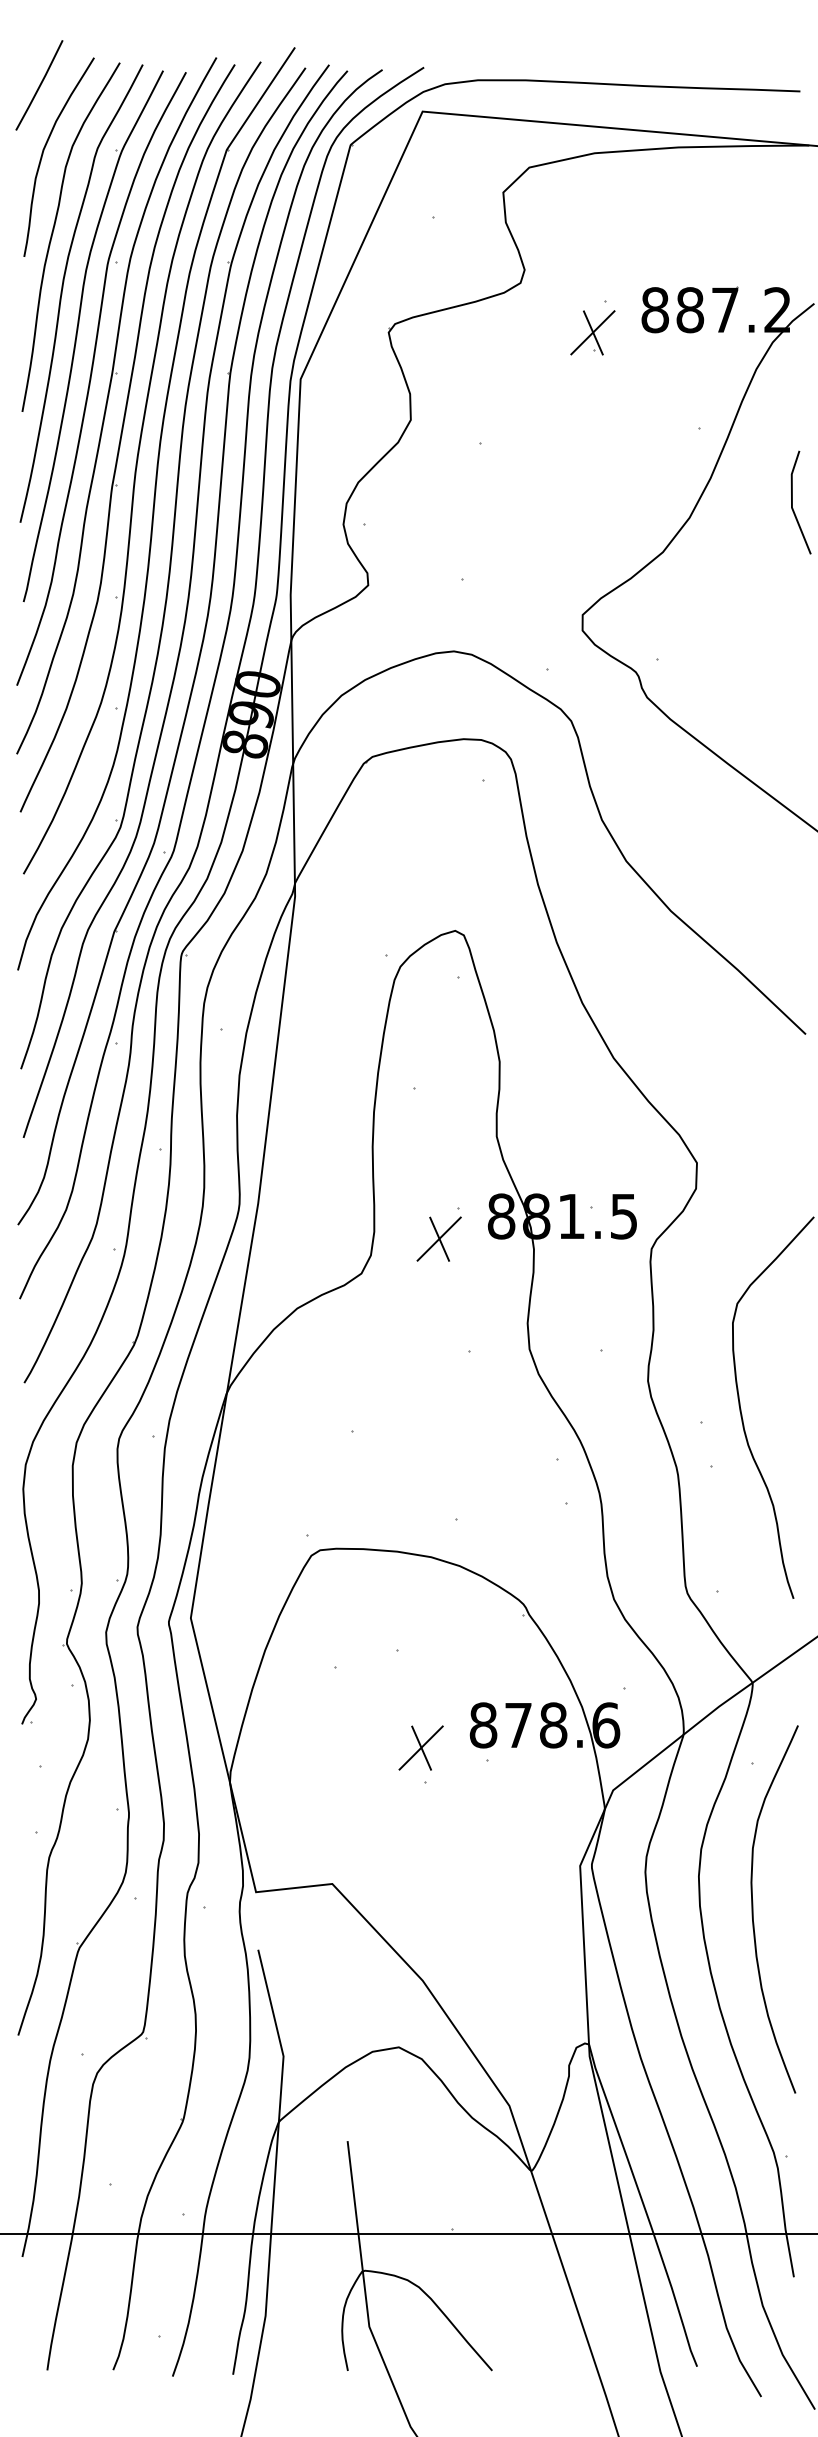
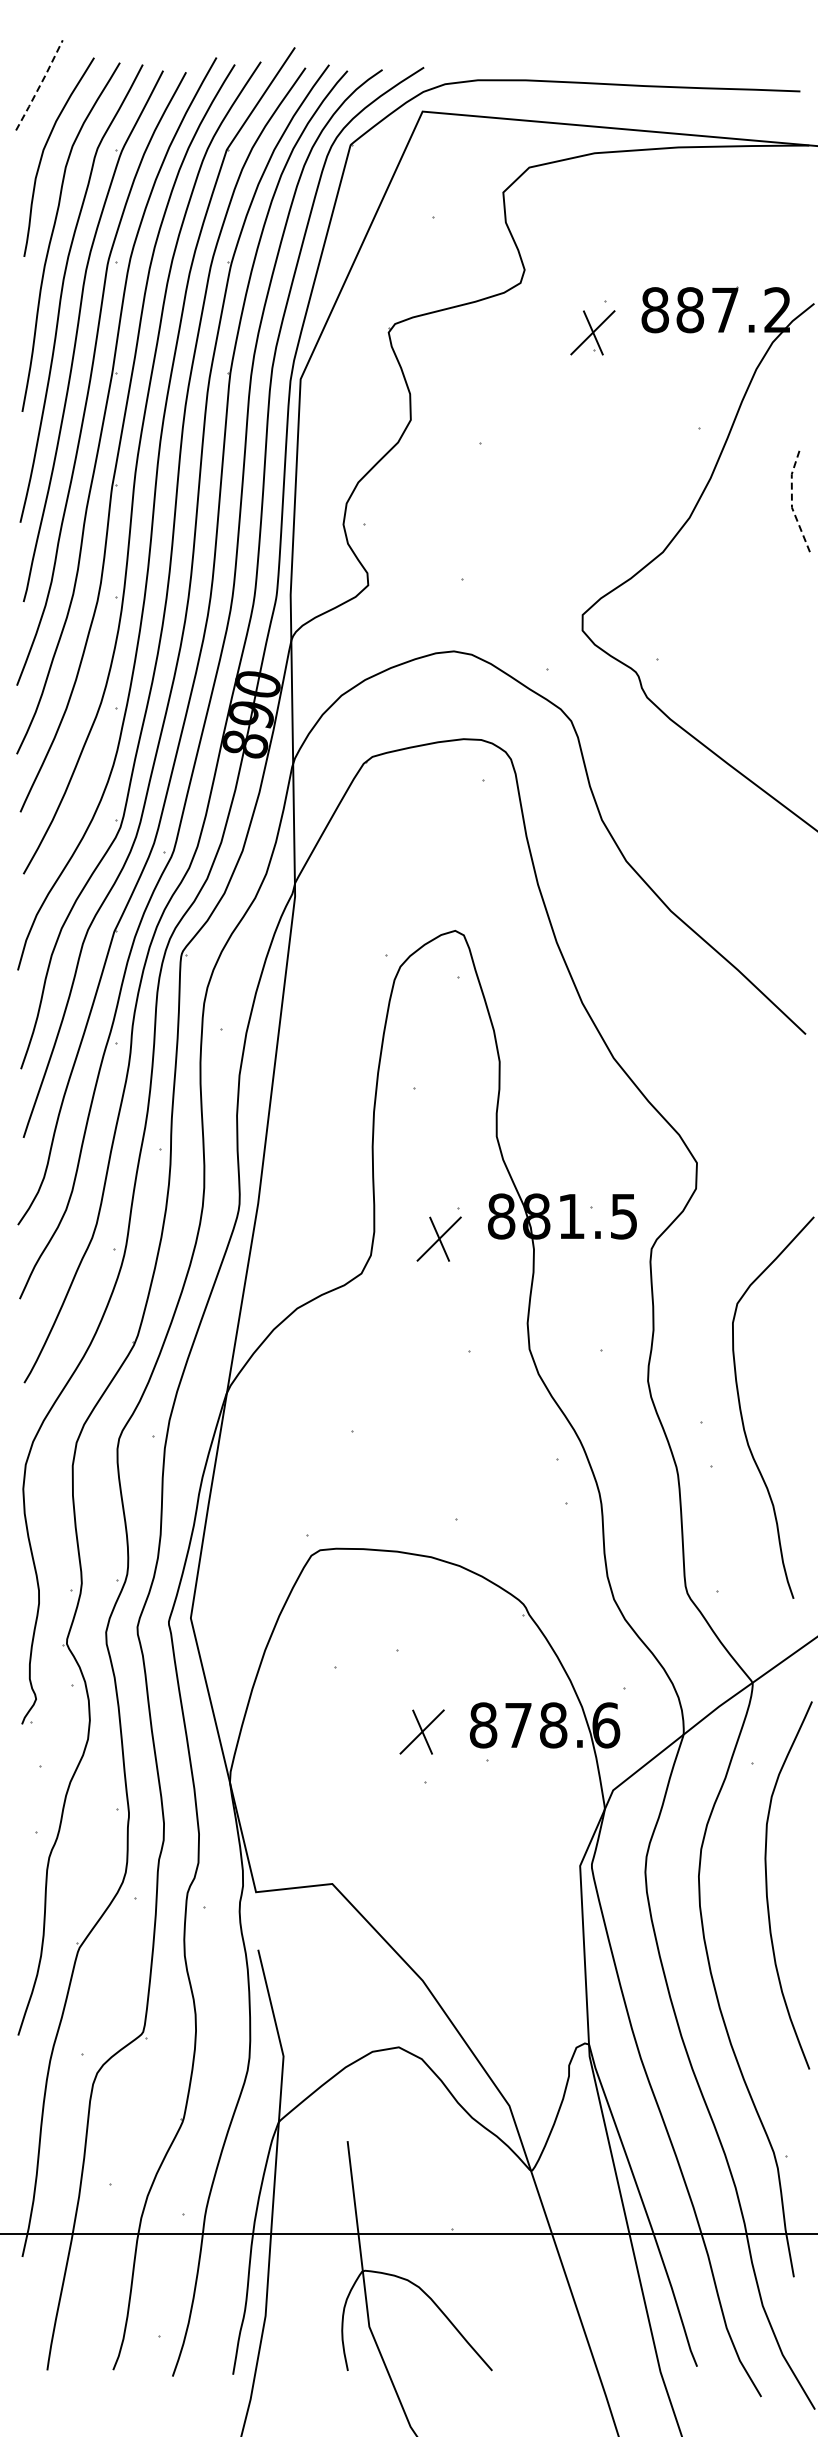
line at (40, 85): solid -> dashed
line at (791, 503): solid -> dashed
part at (420, 1747) position: (420, 1747) -> (421, 1731)
curve at (753, 1909) position: (753, 1909) -> (767, 1885)
